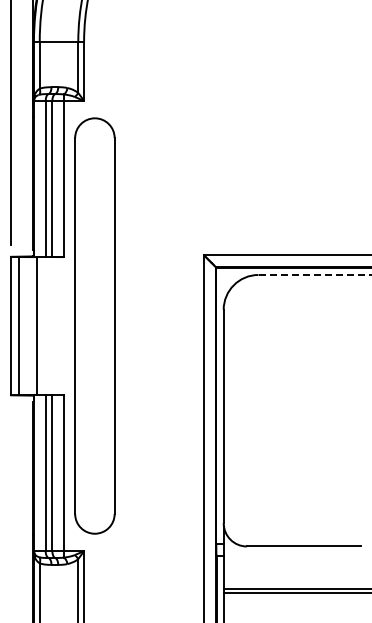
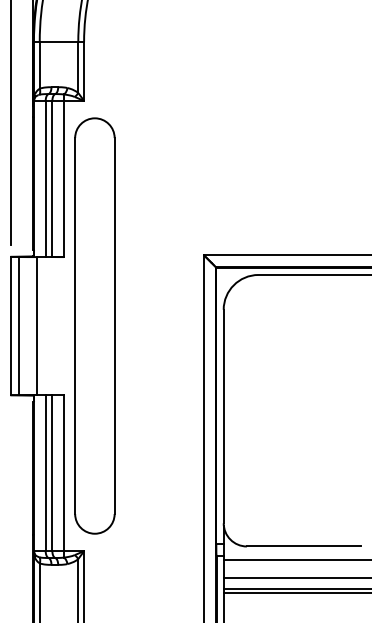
line at (315, 274): dashed -> solid
line at (295, 560): none -> present
line at (295, 578): none -> present
